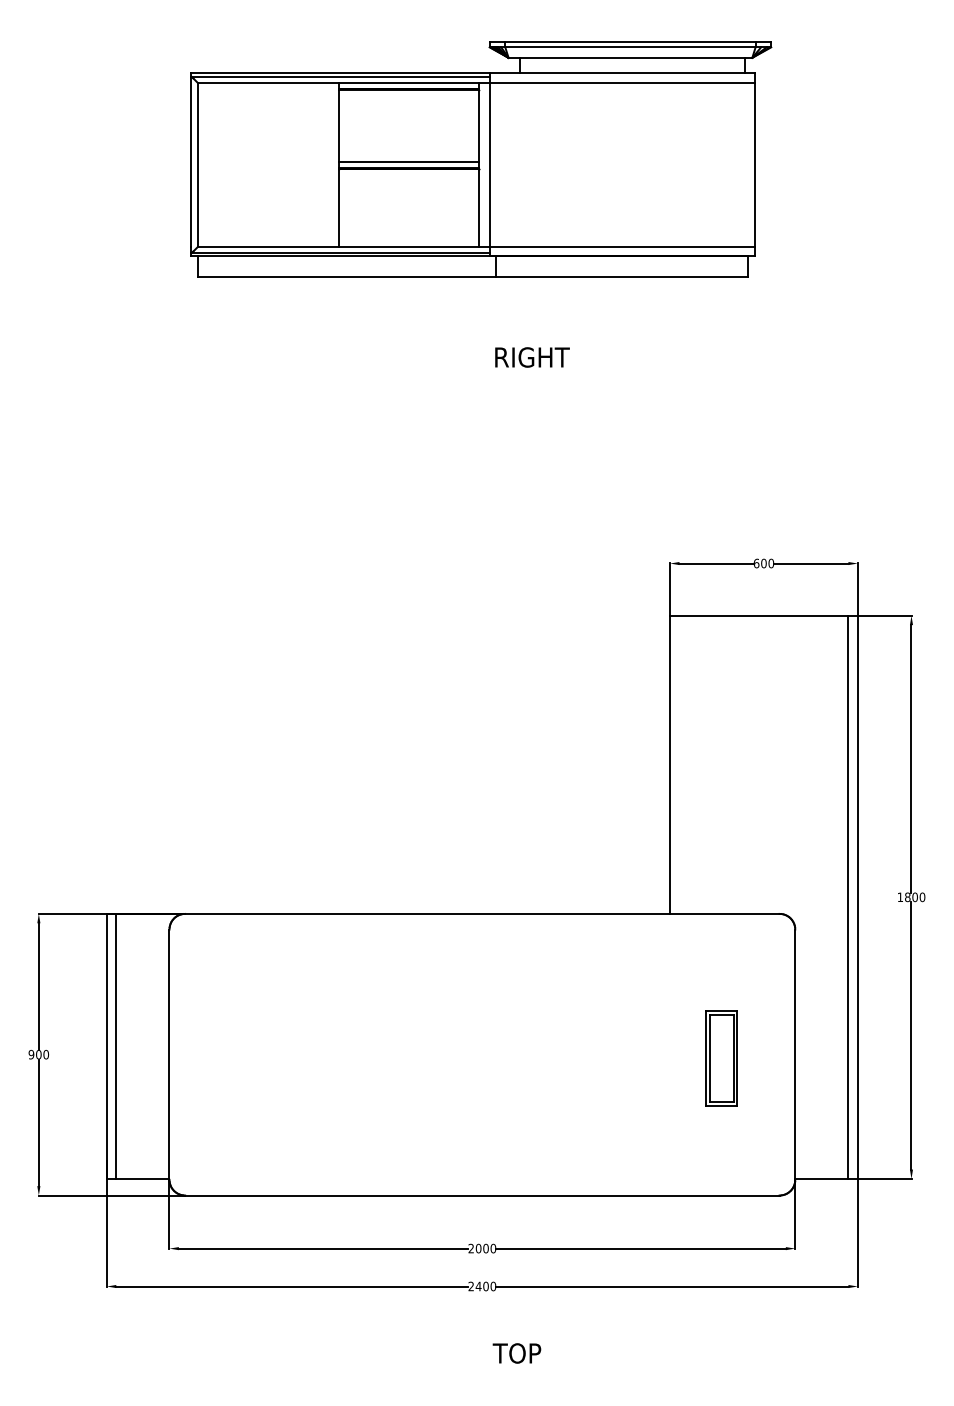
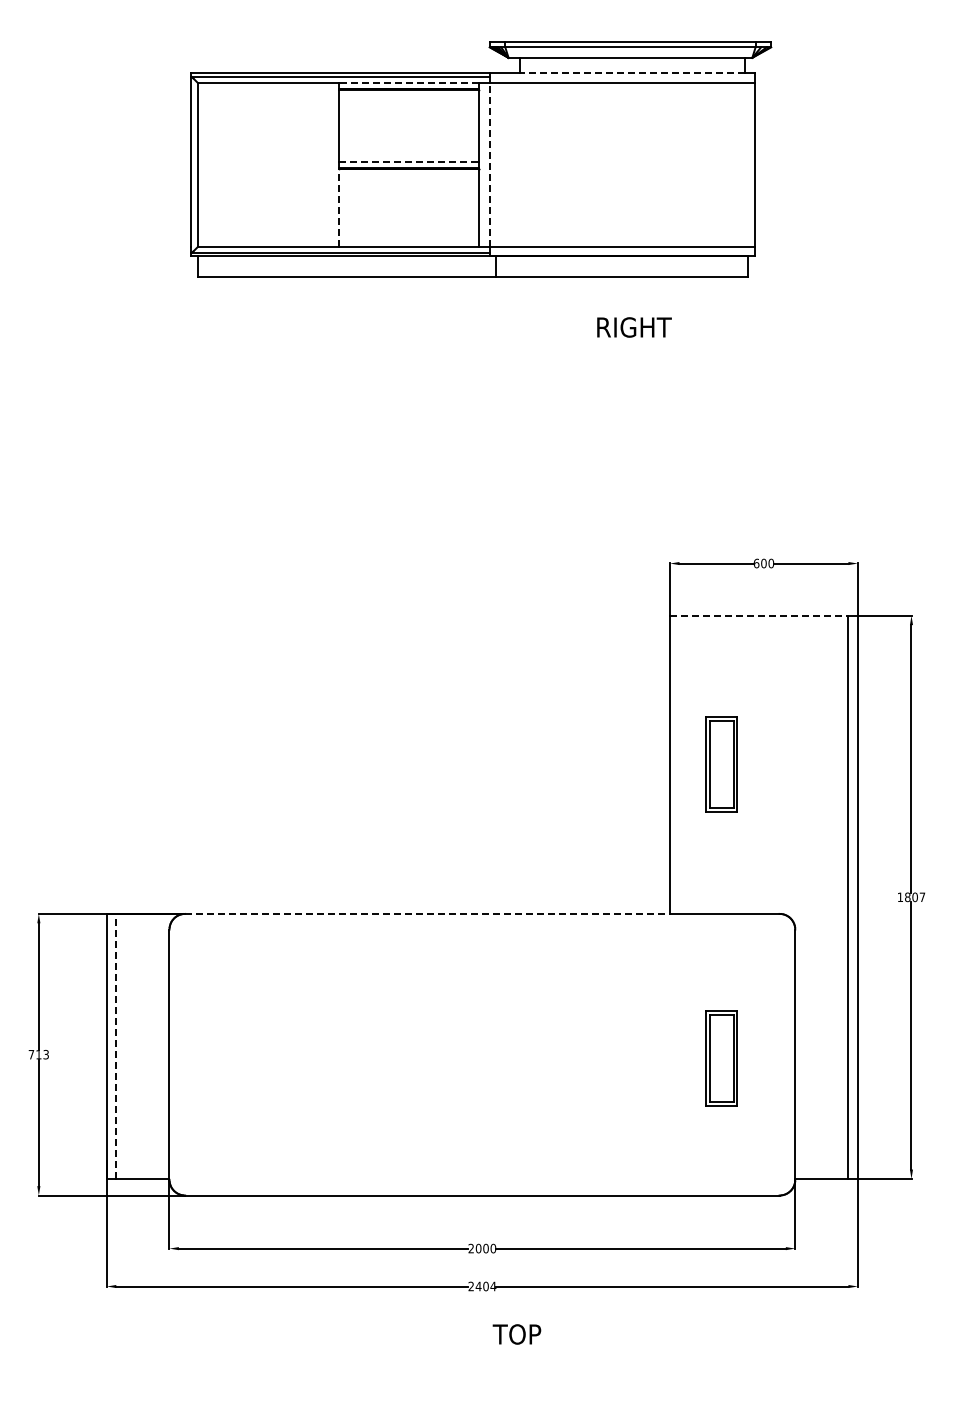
line at (632, 73): solid -> dashed
line at (408, 82): solid -> dashed
line at (409, 162): solid -> dashed
line at (489, 164): solid -> dashed
line at (338, 208): solid -> dashed
text at (532, 357) position: (532, 357) -> (634, 327)
line at (759, 615): solid -> dashed
part at (721, 764): none -> present
text at (922, 897): 1800 -> 1807
line at (428, 913): solid -> dashed
line at (116, 1046): solid -> dashed
text at (38, 1054): 900 -> 713
text at (493, 1286): 2400 -> 2404
text at (516, 1353) position: (516, 1353) -> (516, 1334)
